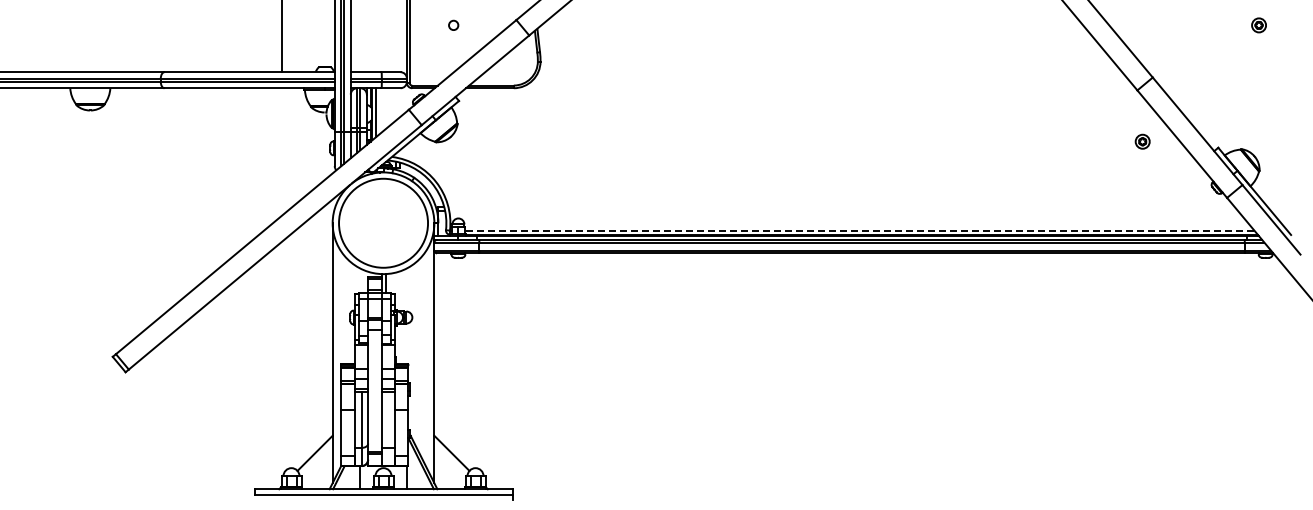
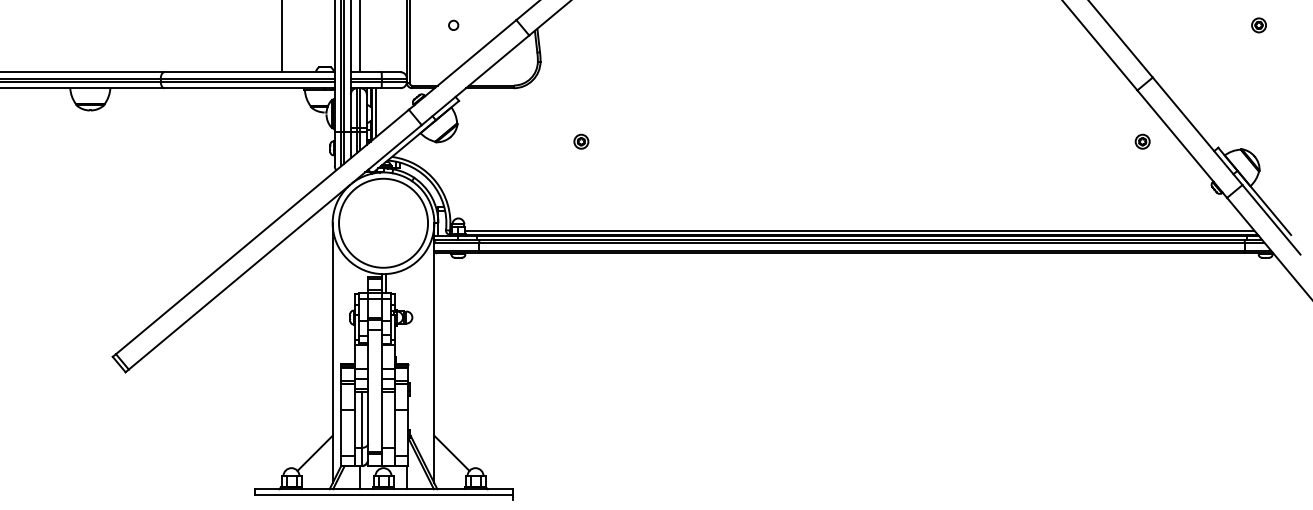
line at (360, 37): none -> present
part at (581, 141): none -> present
line at (859, 230): dashed -> solid
